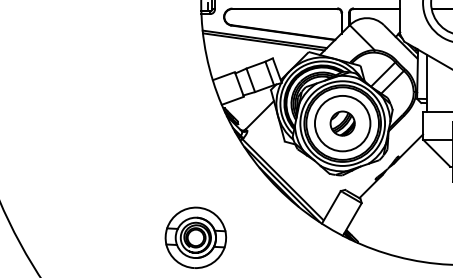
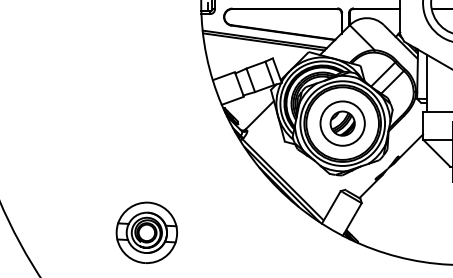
circle at (342, 123) diameter: 55 px -> 44 px
part at (195, 237) position: (195, 237) -> (146, 232)
